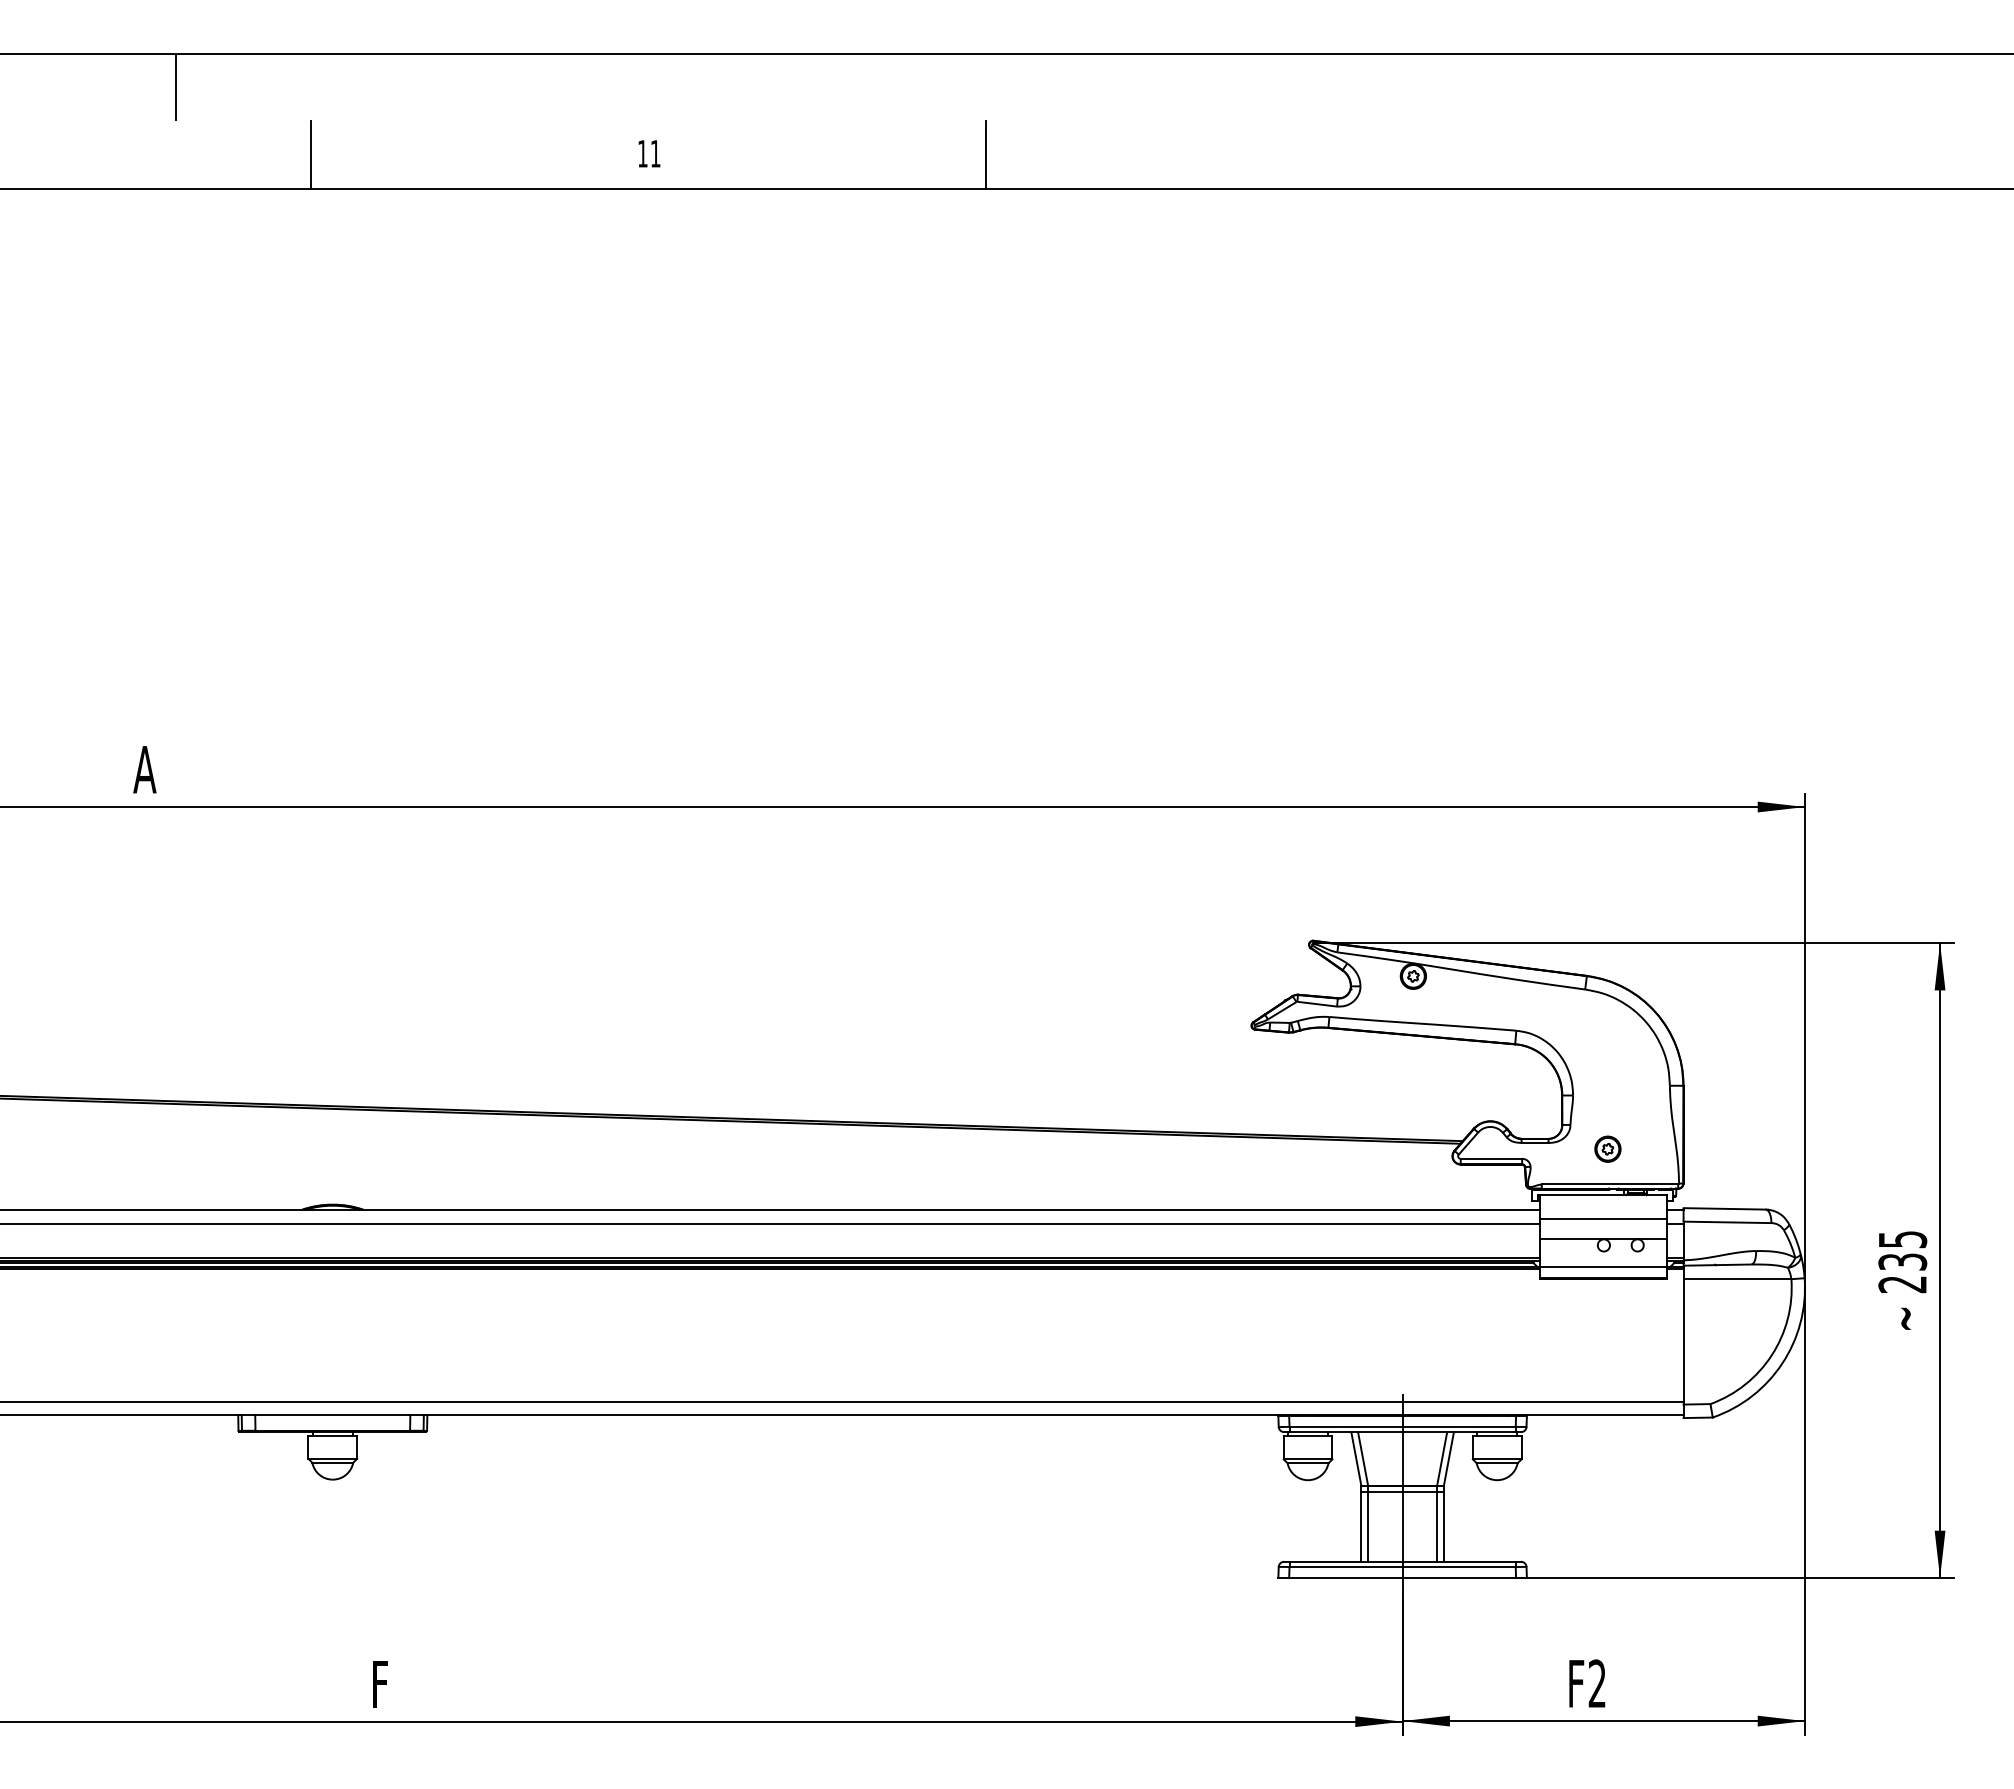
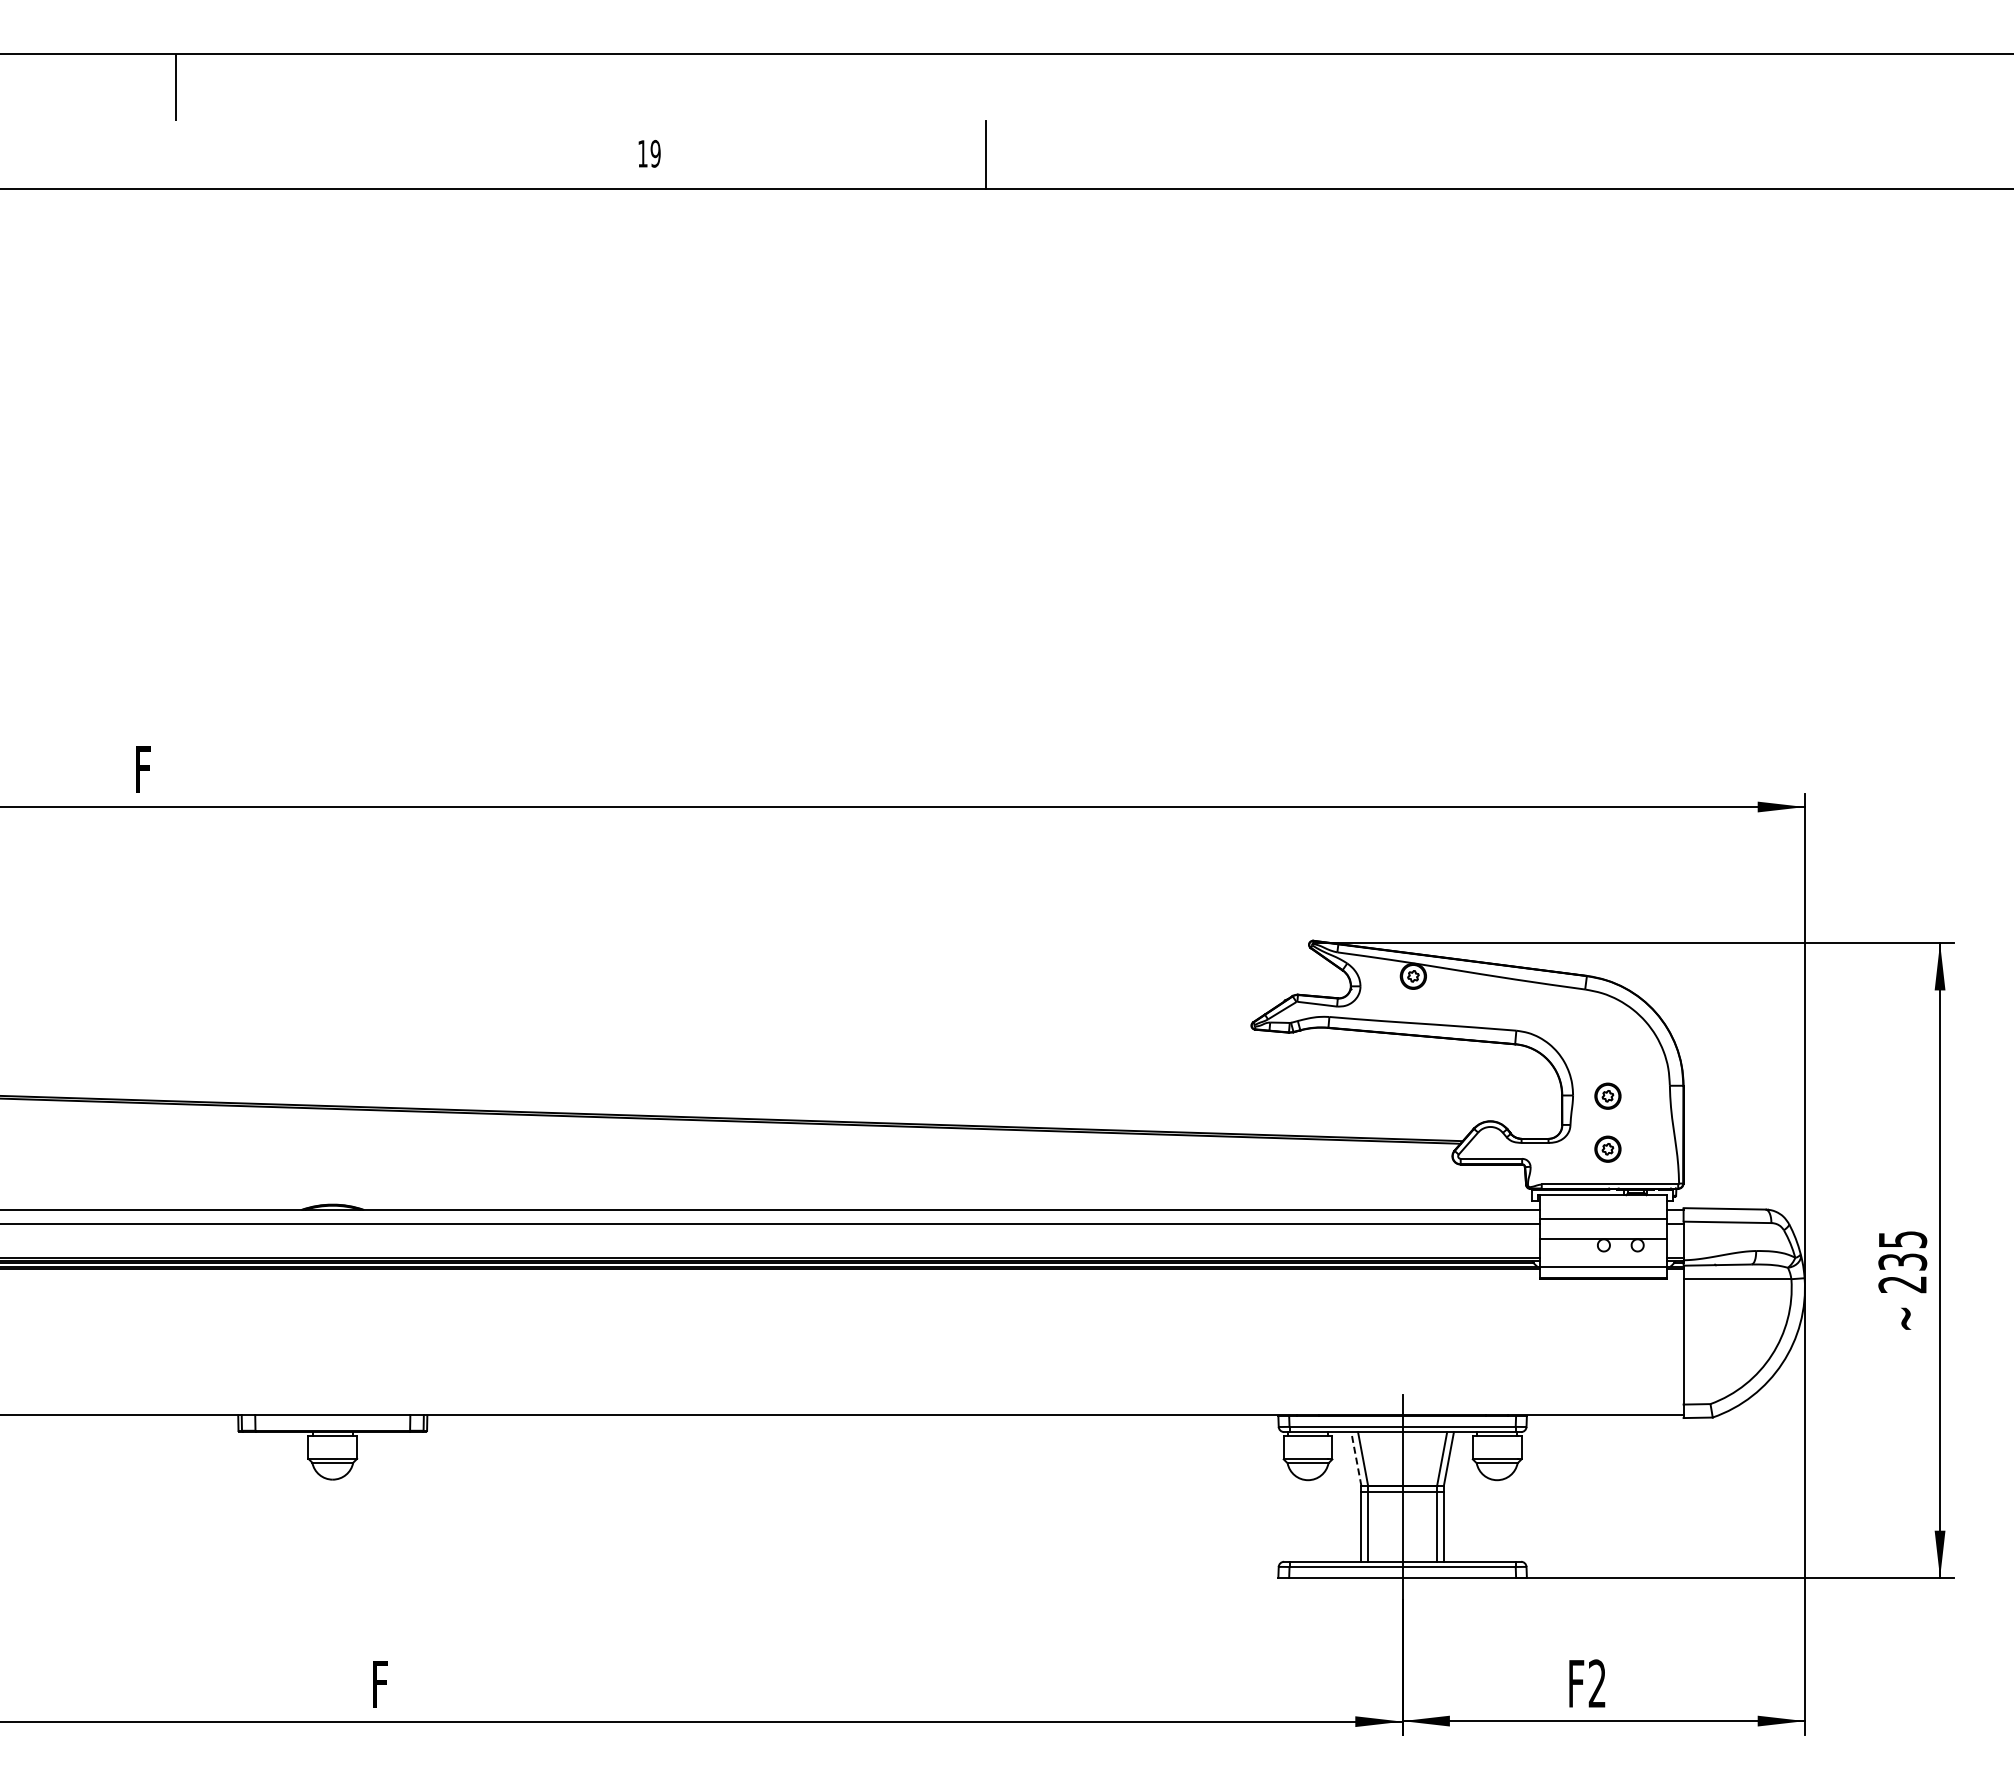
text at (655, 153): 11 -> 19
line at (310, 154): present -> none
text at (144, 769): A -> F
part at (1607, 1095): none -> present
line at (842, 1401): present -> none
line at (1356, 1458): solid -> dashed
